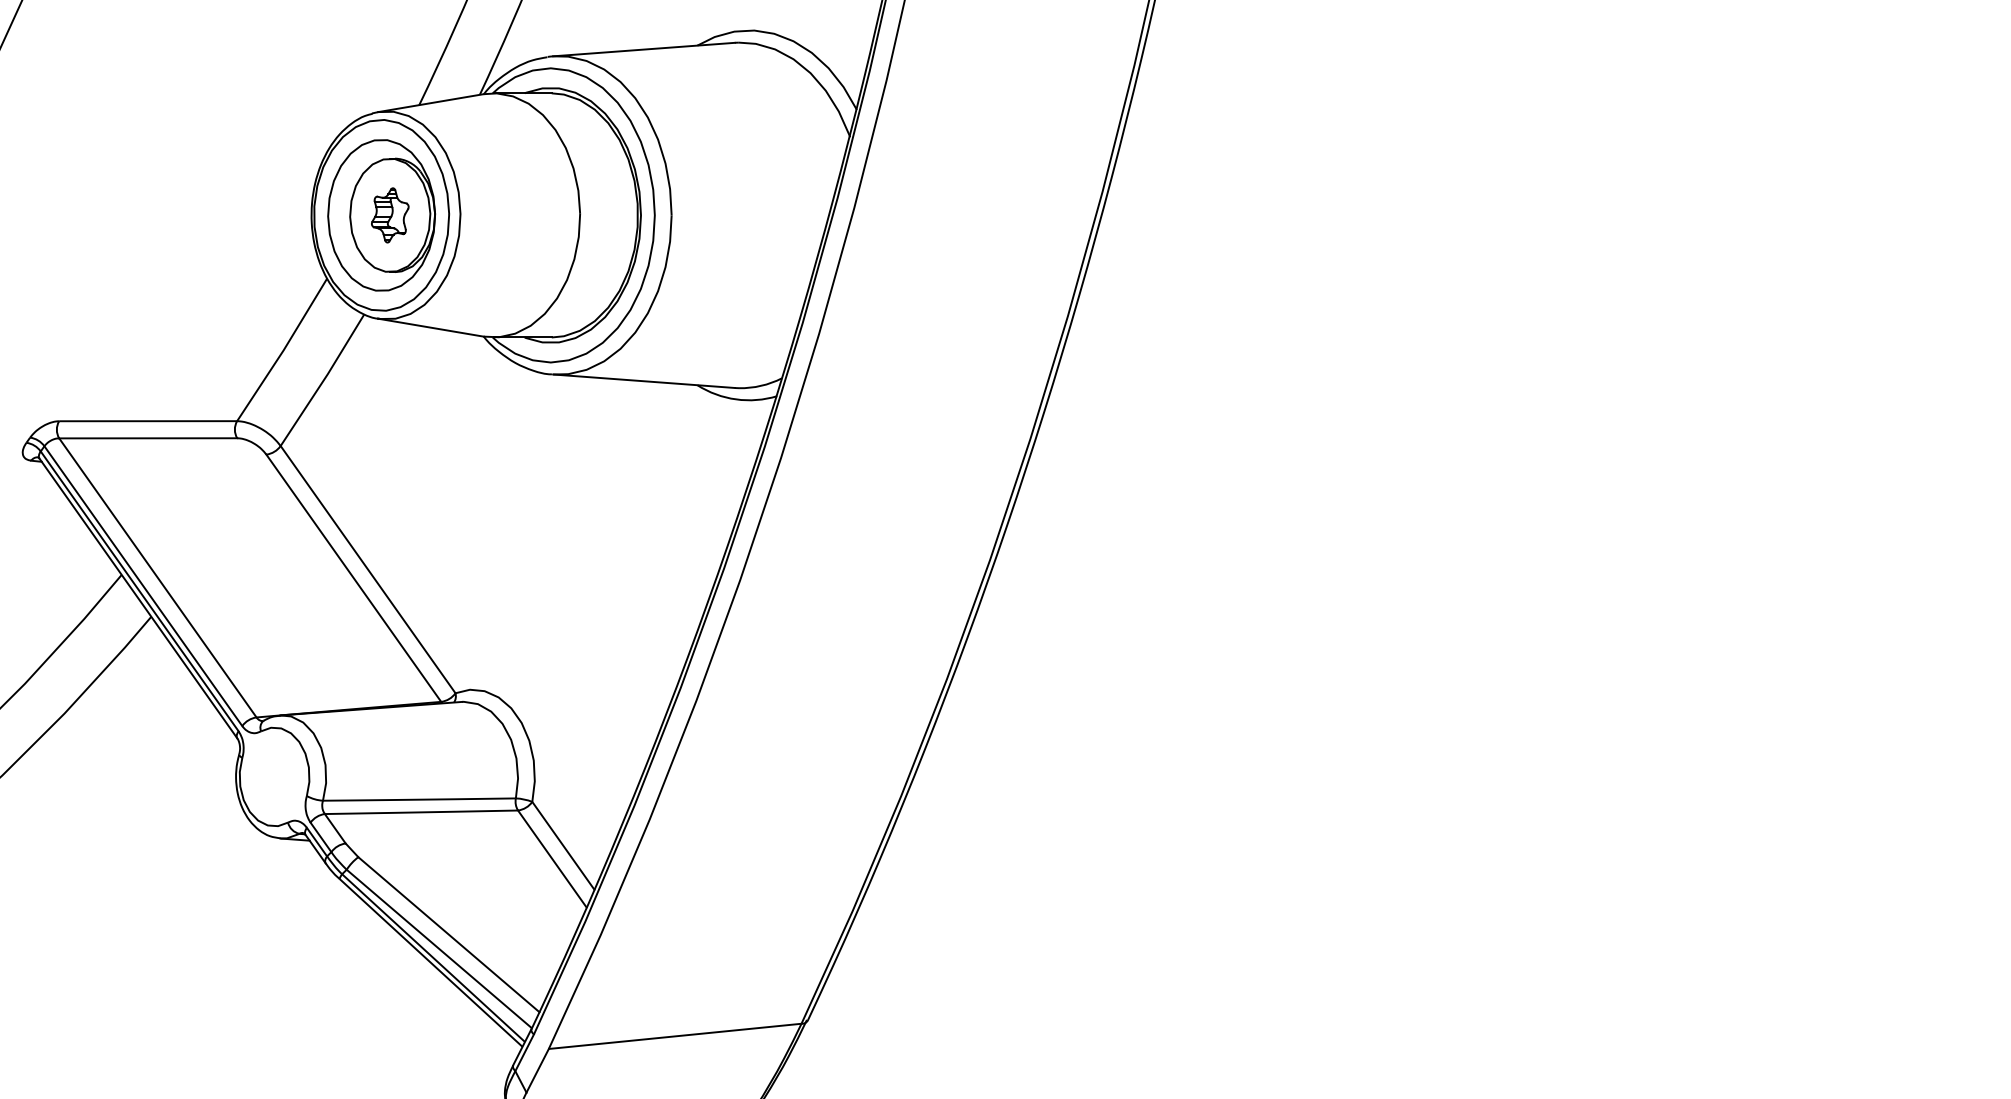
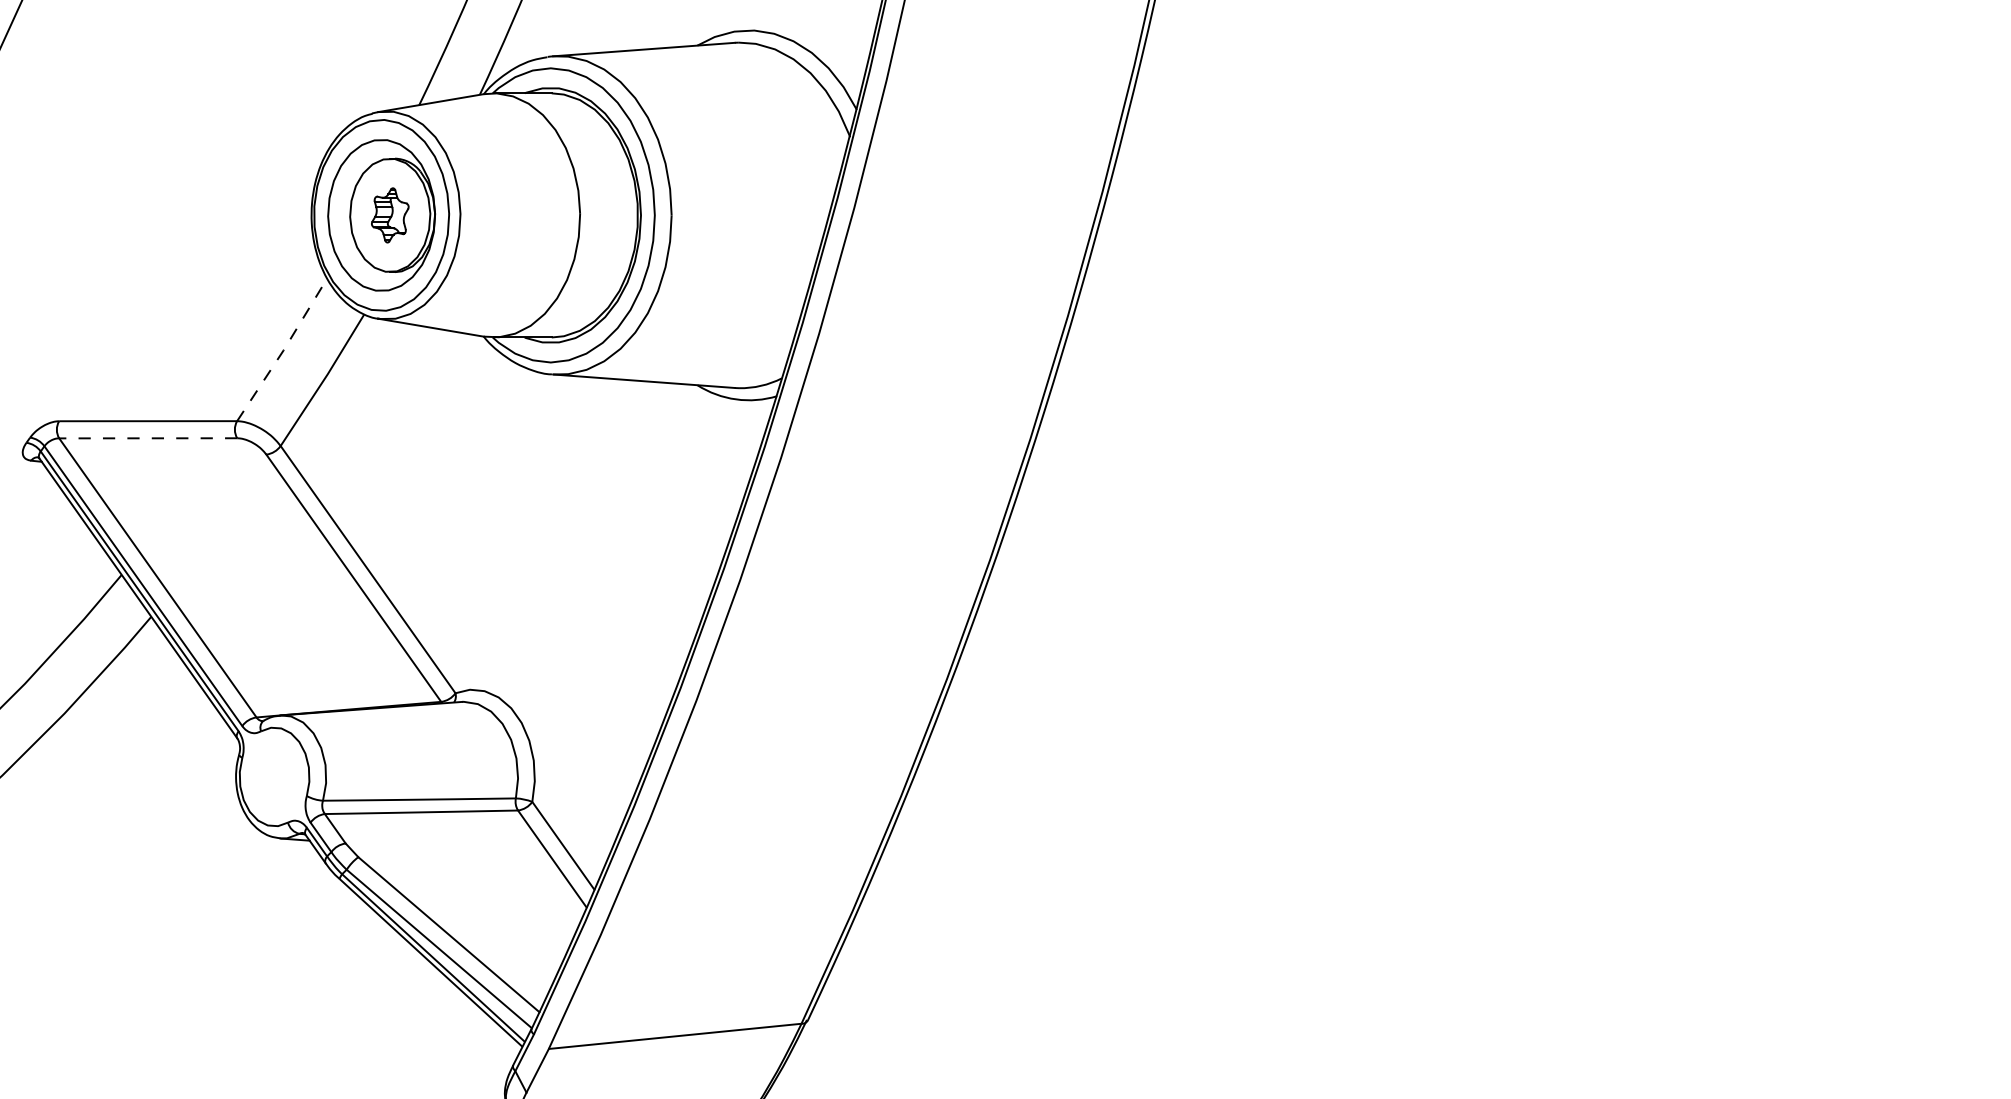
line at (283, 350): solid -> dashed
line at (147, 438): solid -> dashed
